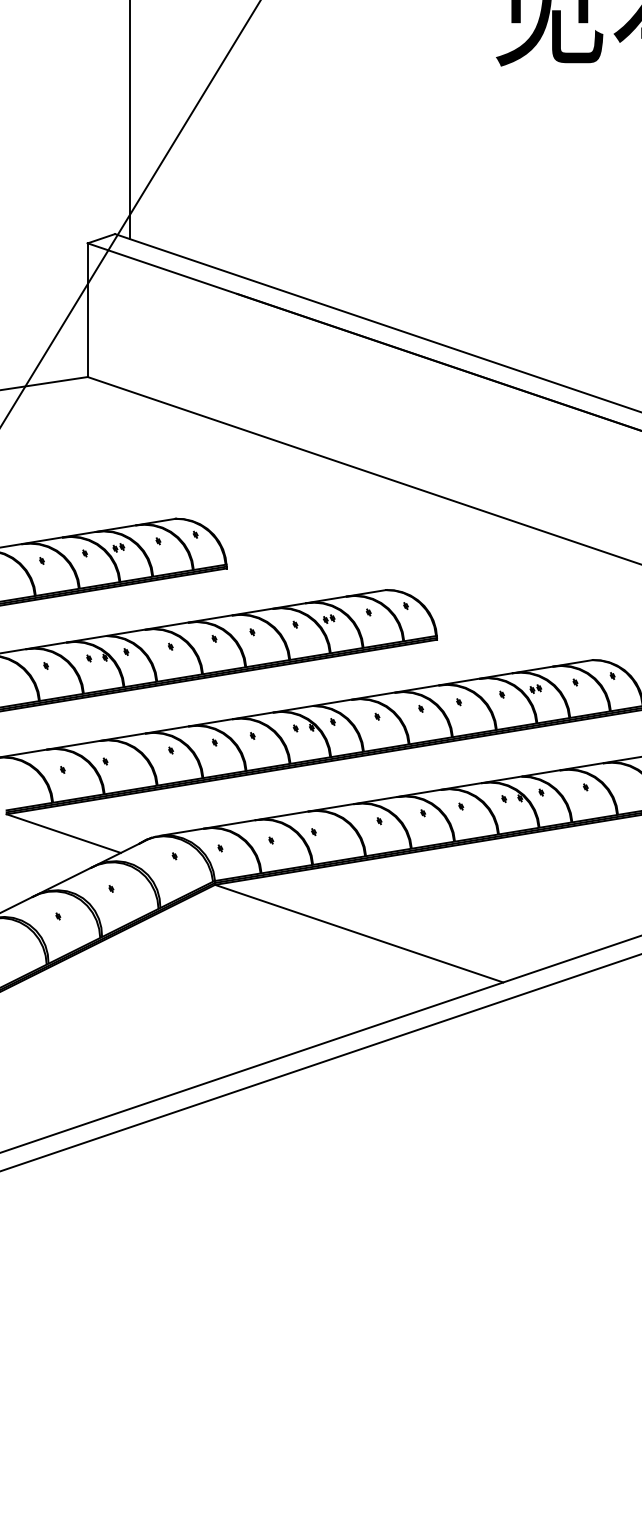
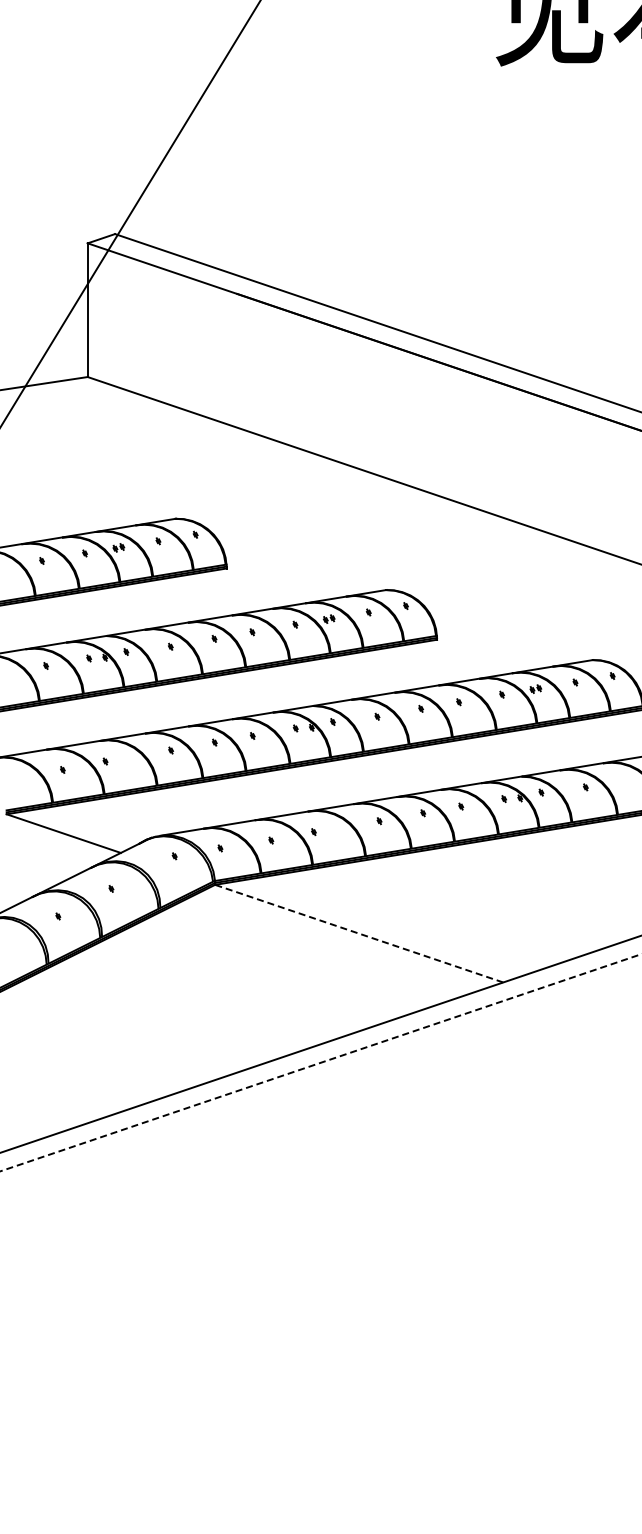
line at (130, 120): present -> none
line at (358, 933): solid -> dashed
line at (321, 1062): solid -> dashed
